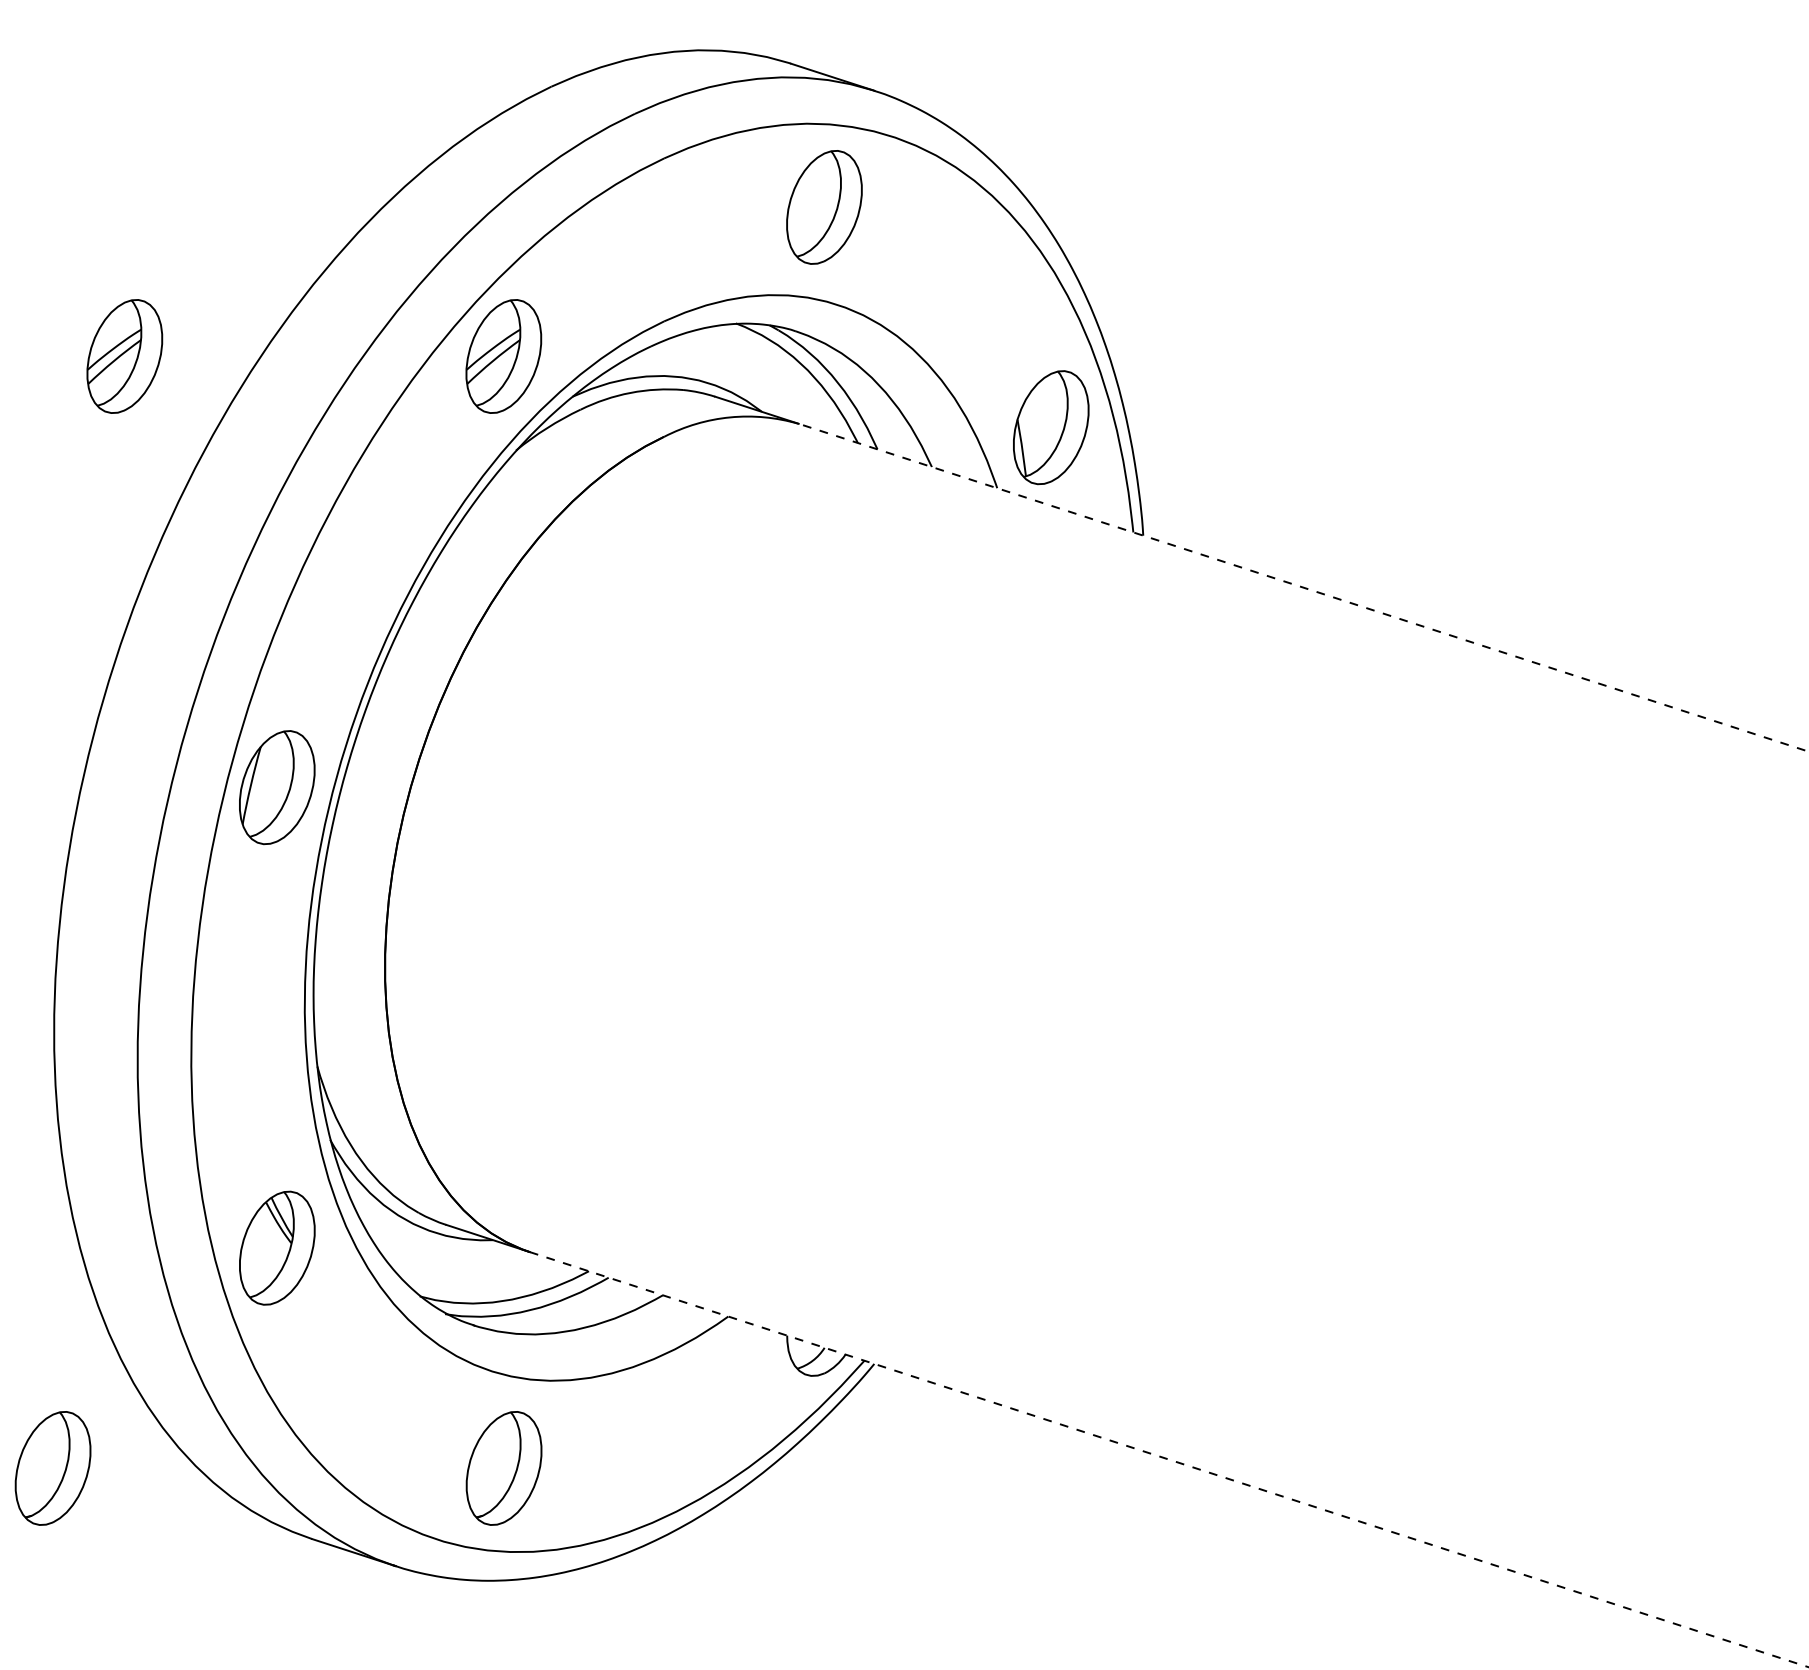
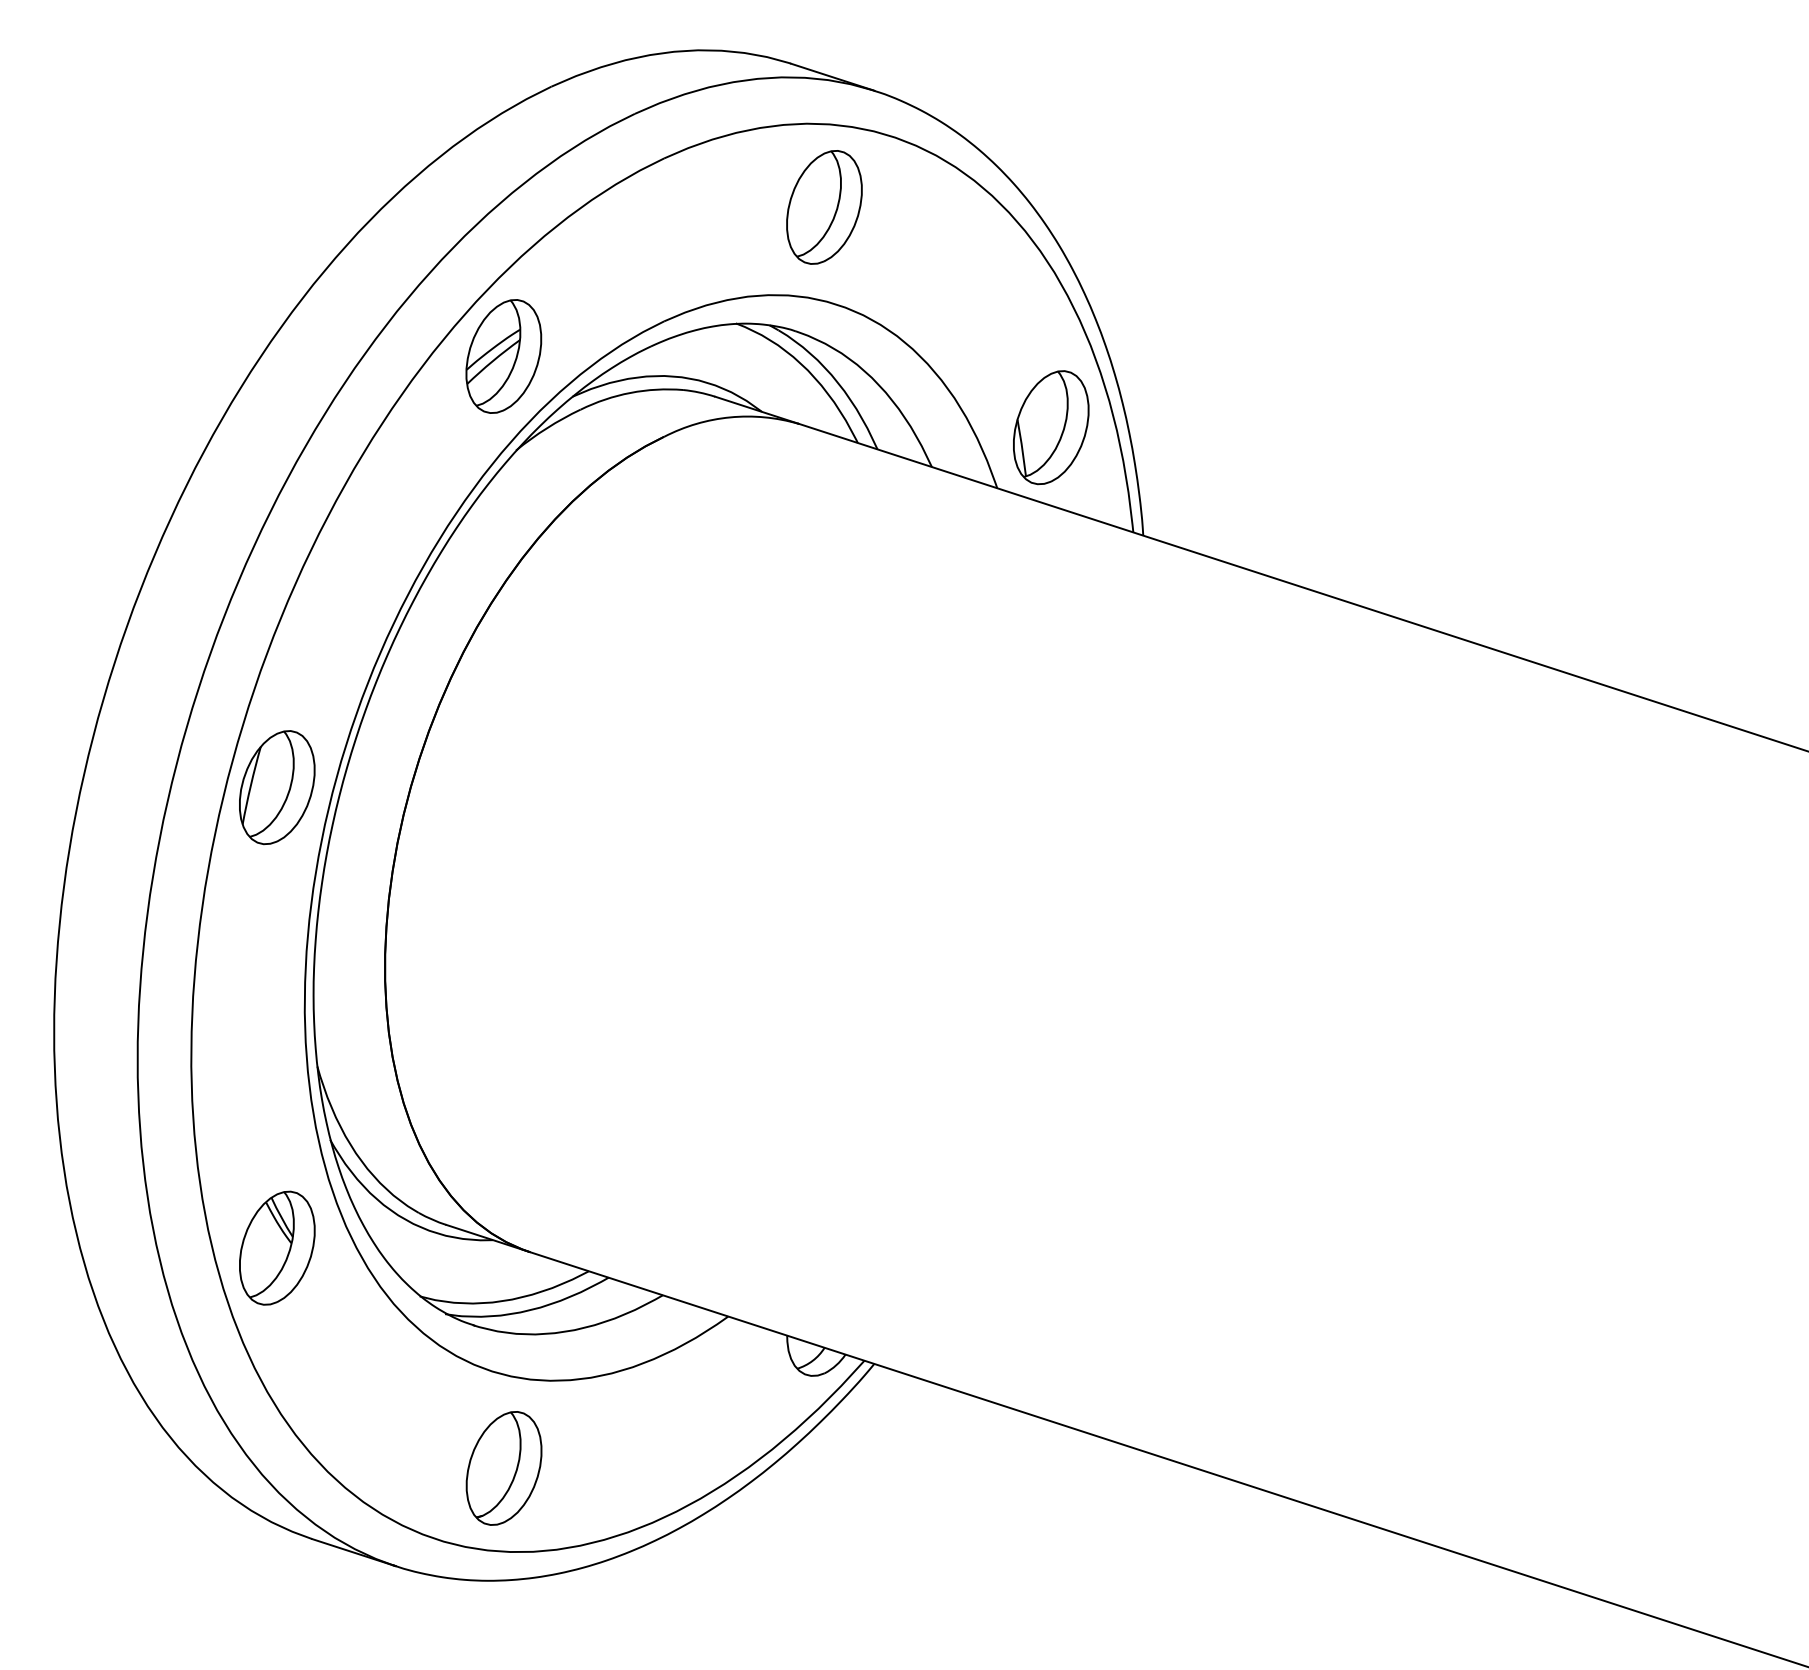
part at (124, 356): present -> none
line at (1303, 587): dashed -> solid
line at (1169, 1459): dashed -> solid
part at (52, 1468): present -> none
